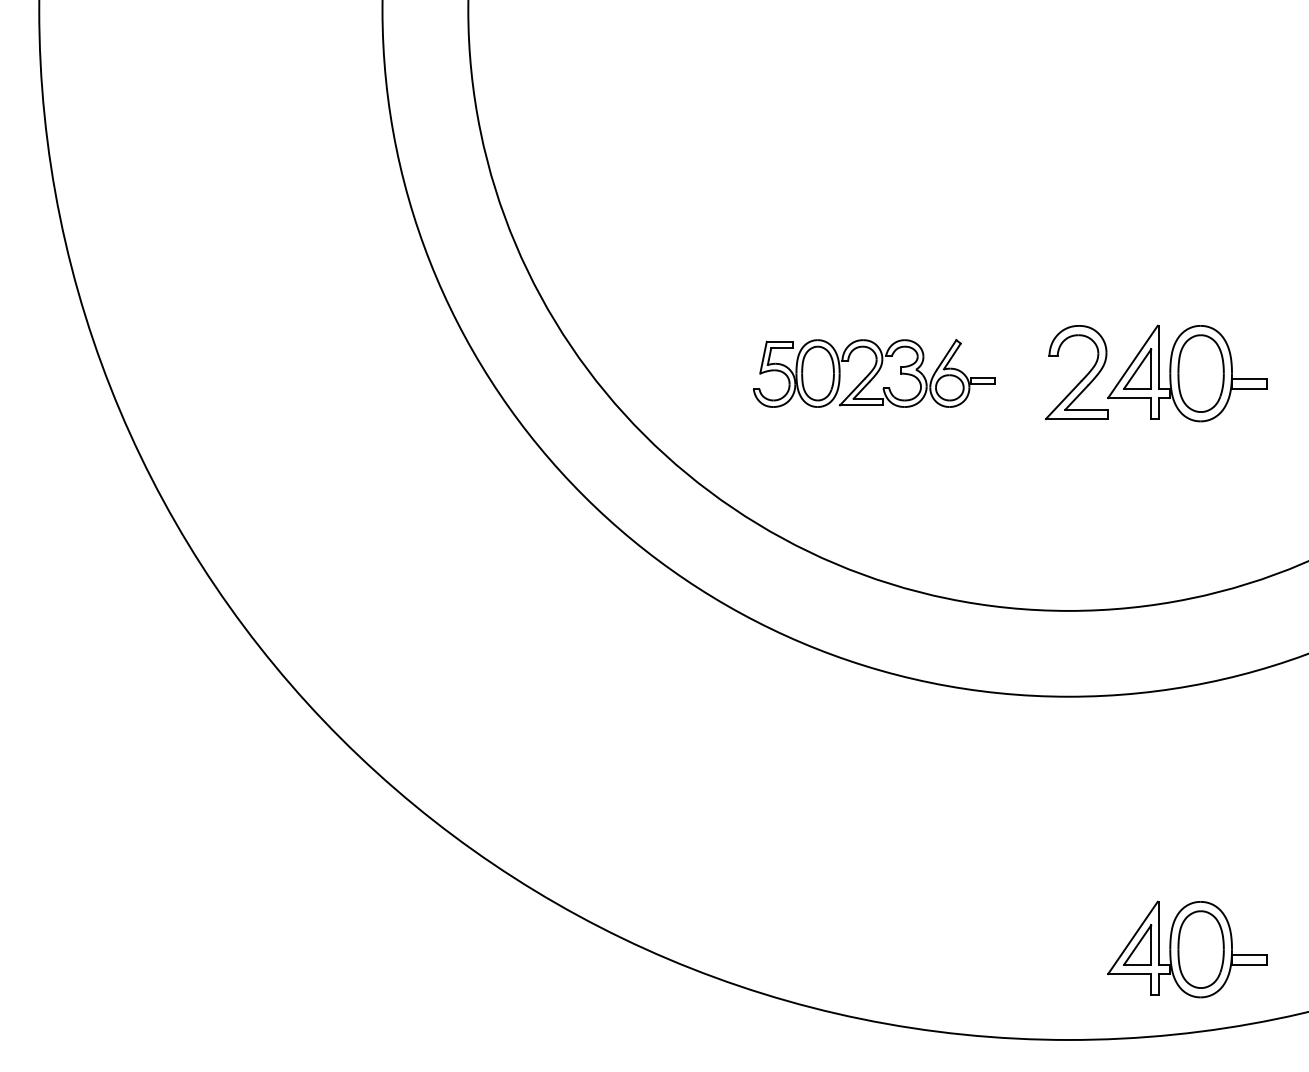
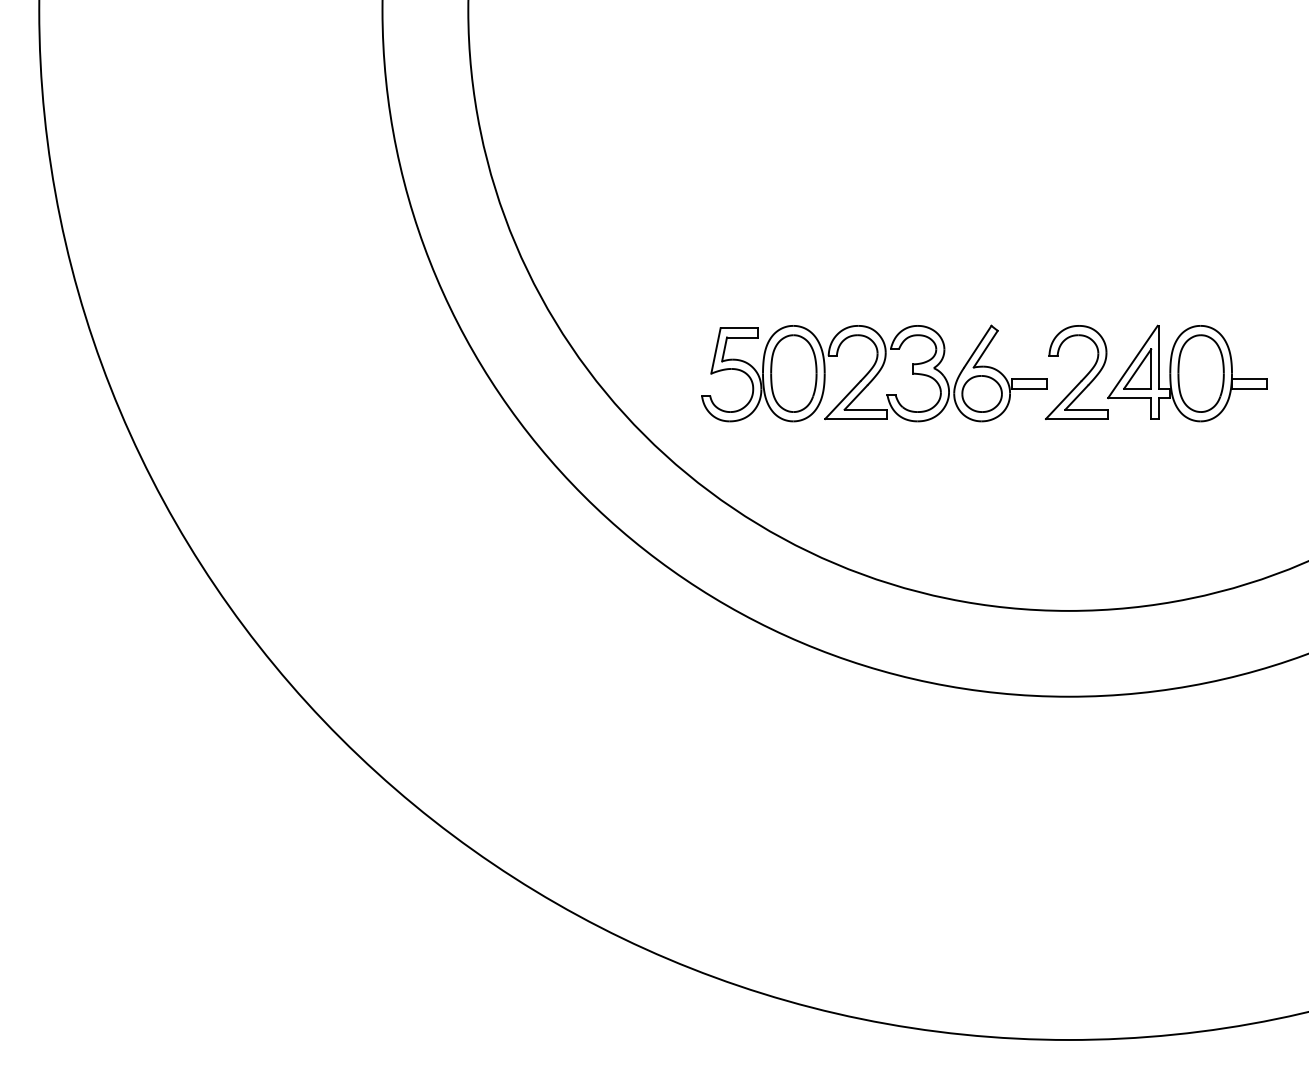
part at (874, 373) size: 243x69 px -> 347x99 px
part at (1187, 949): present -> none
